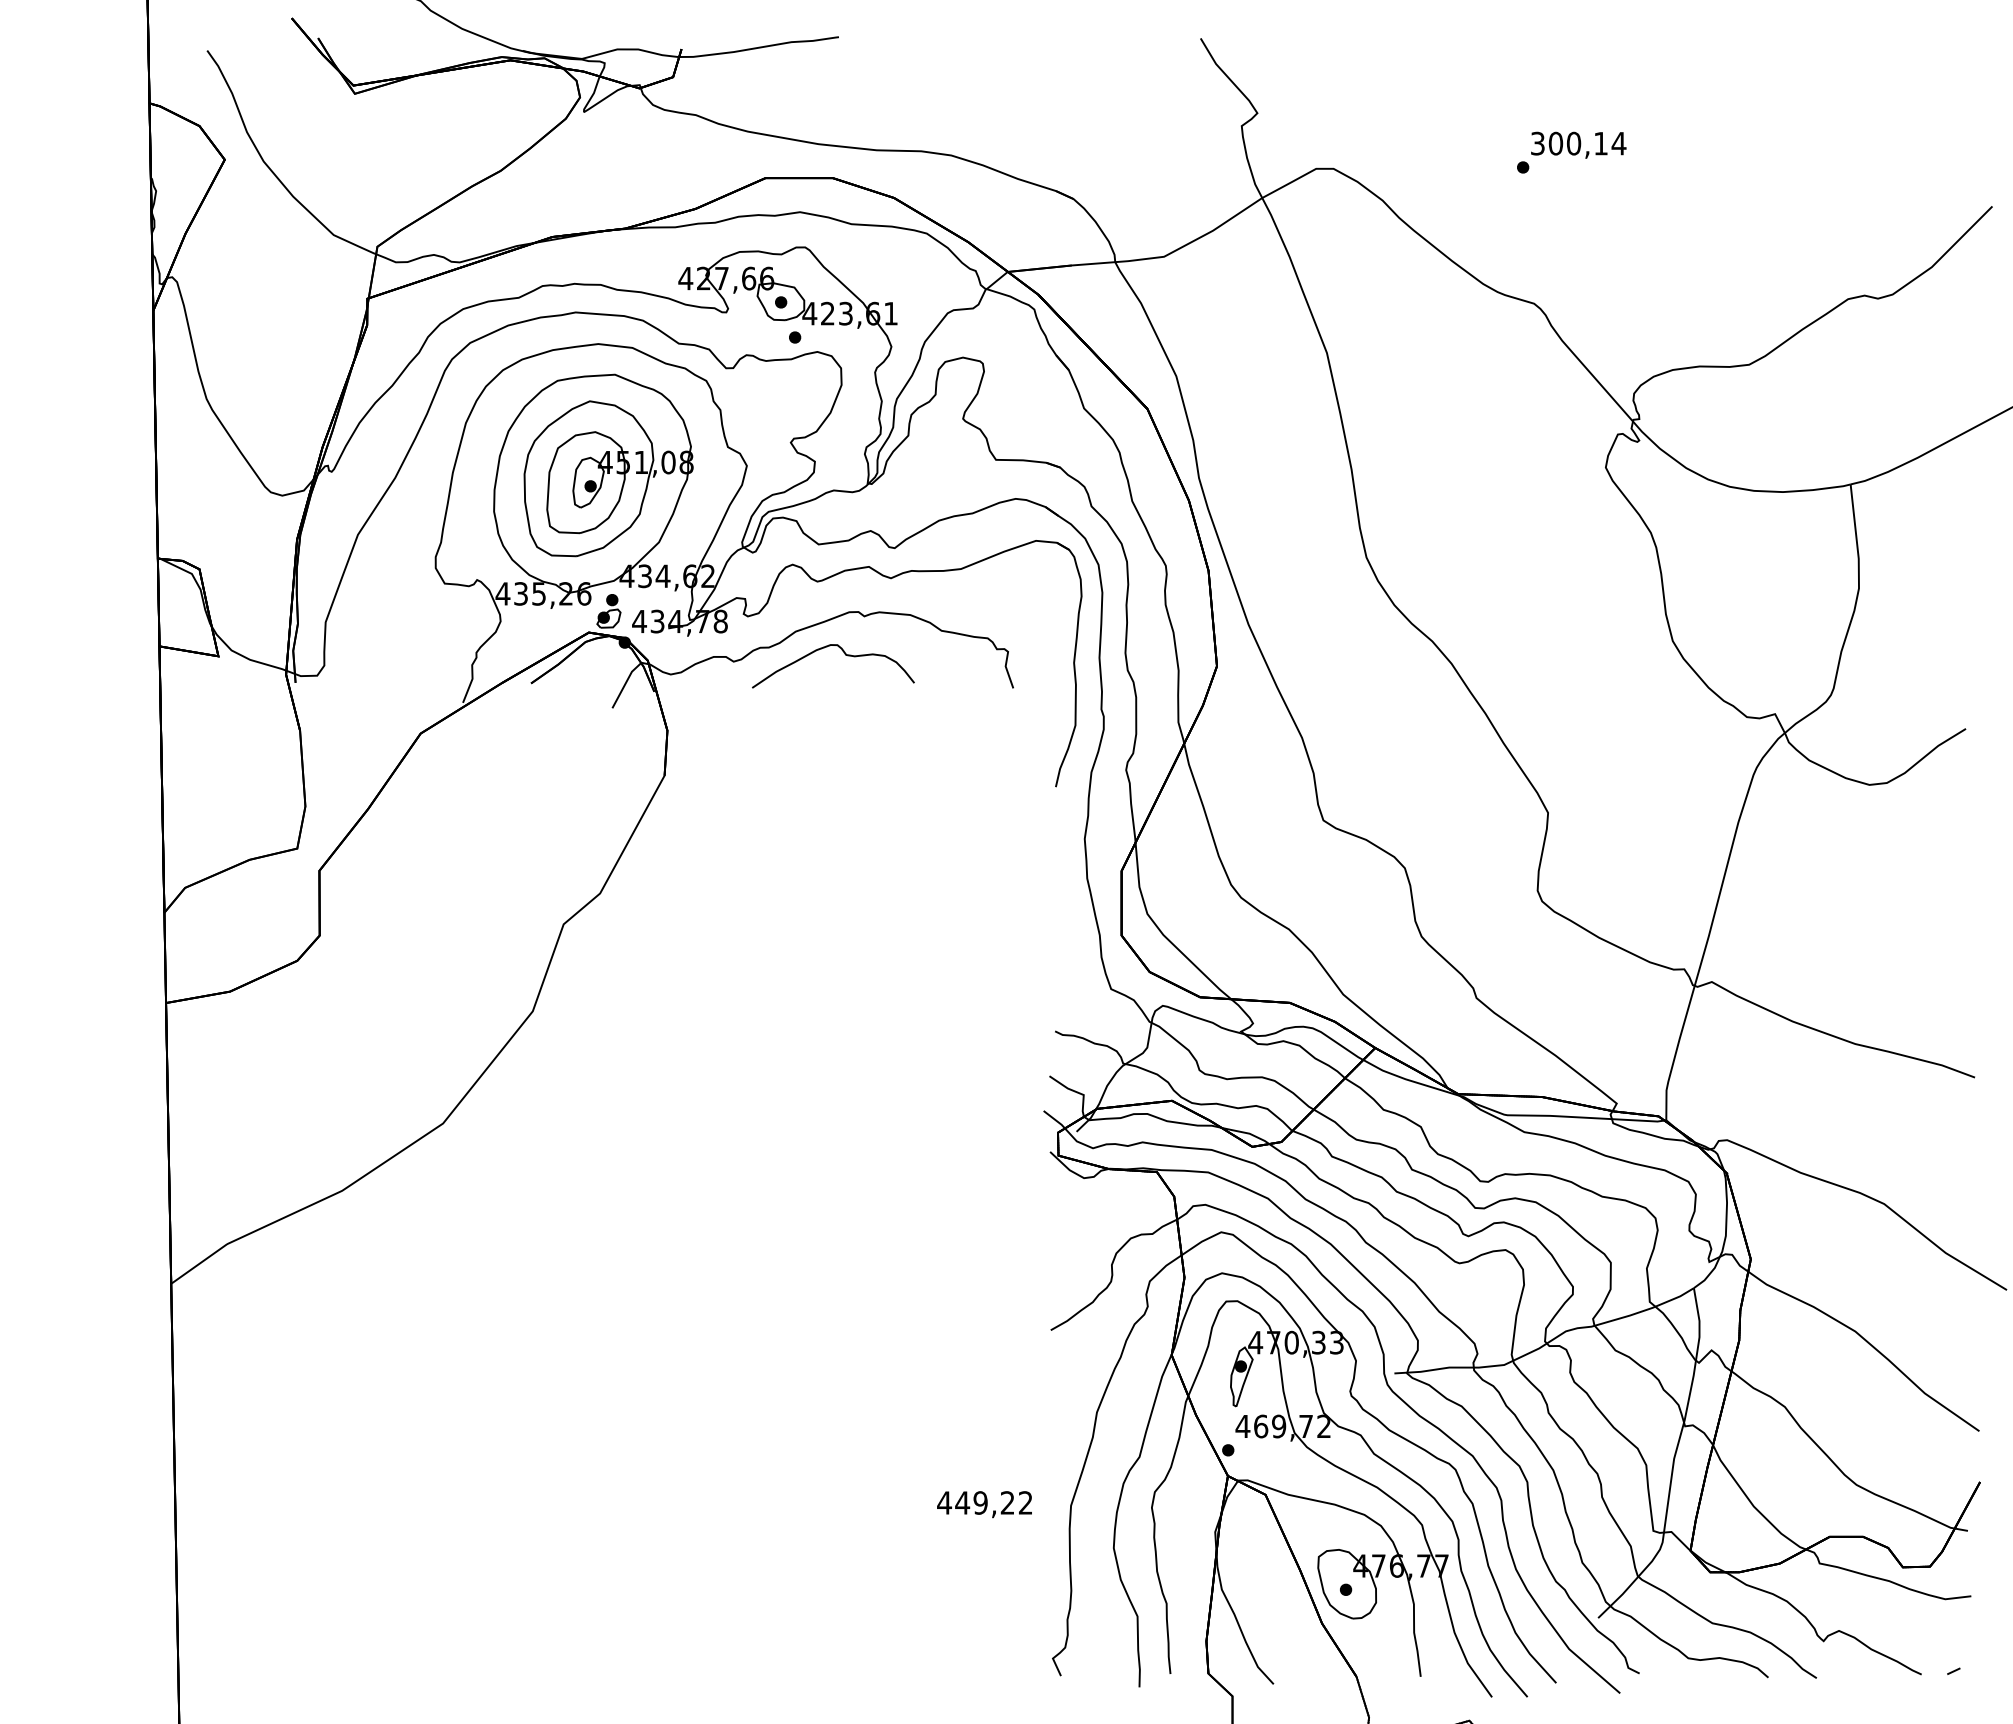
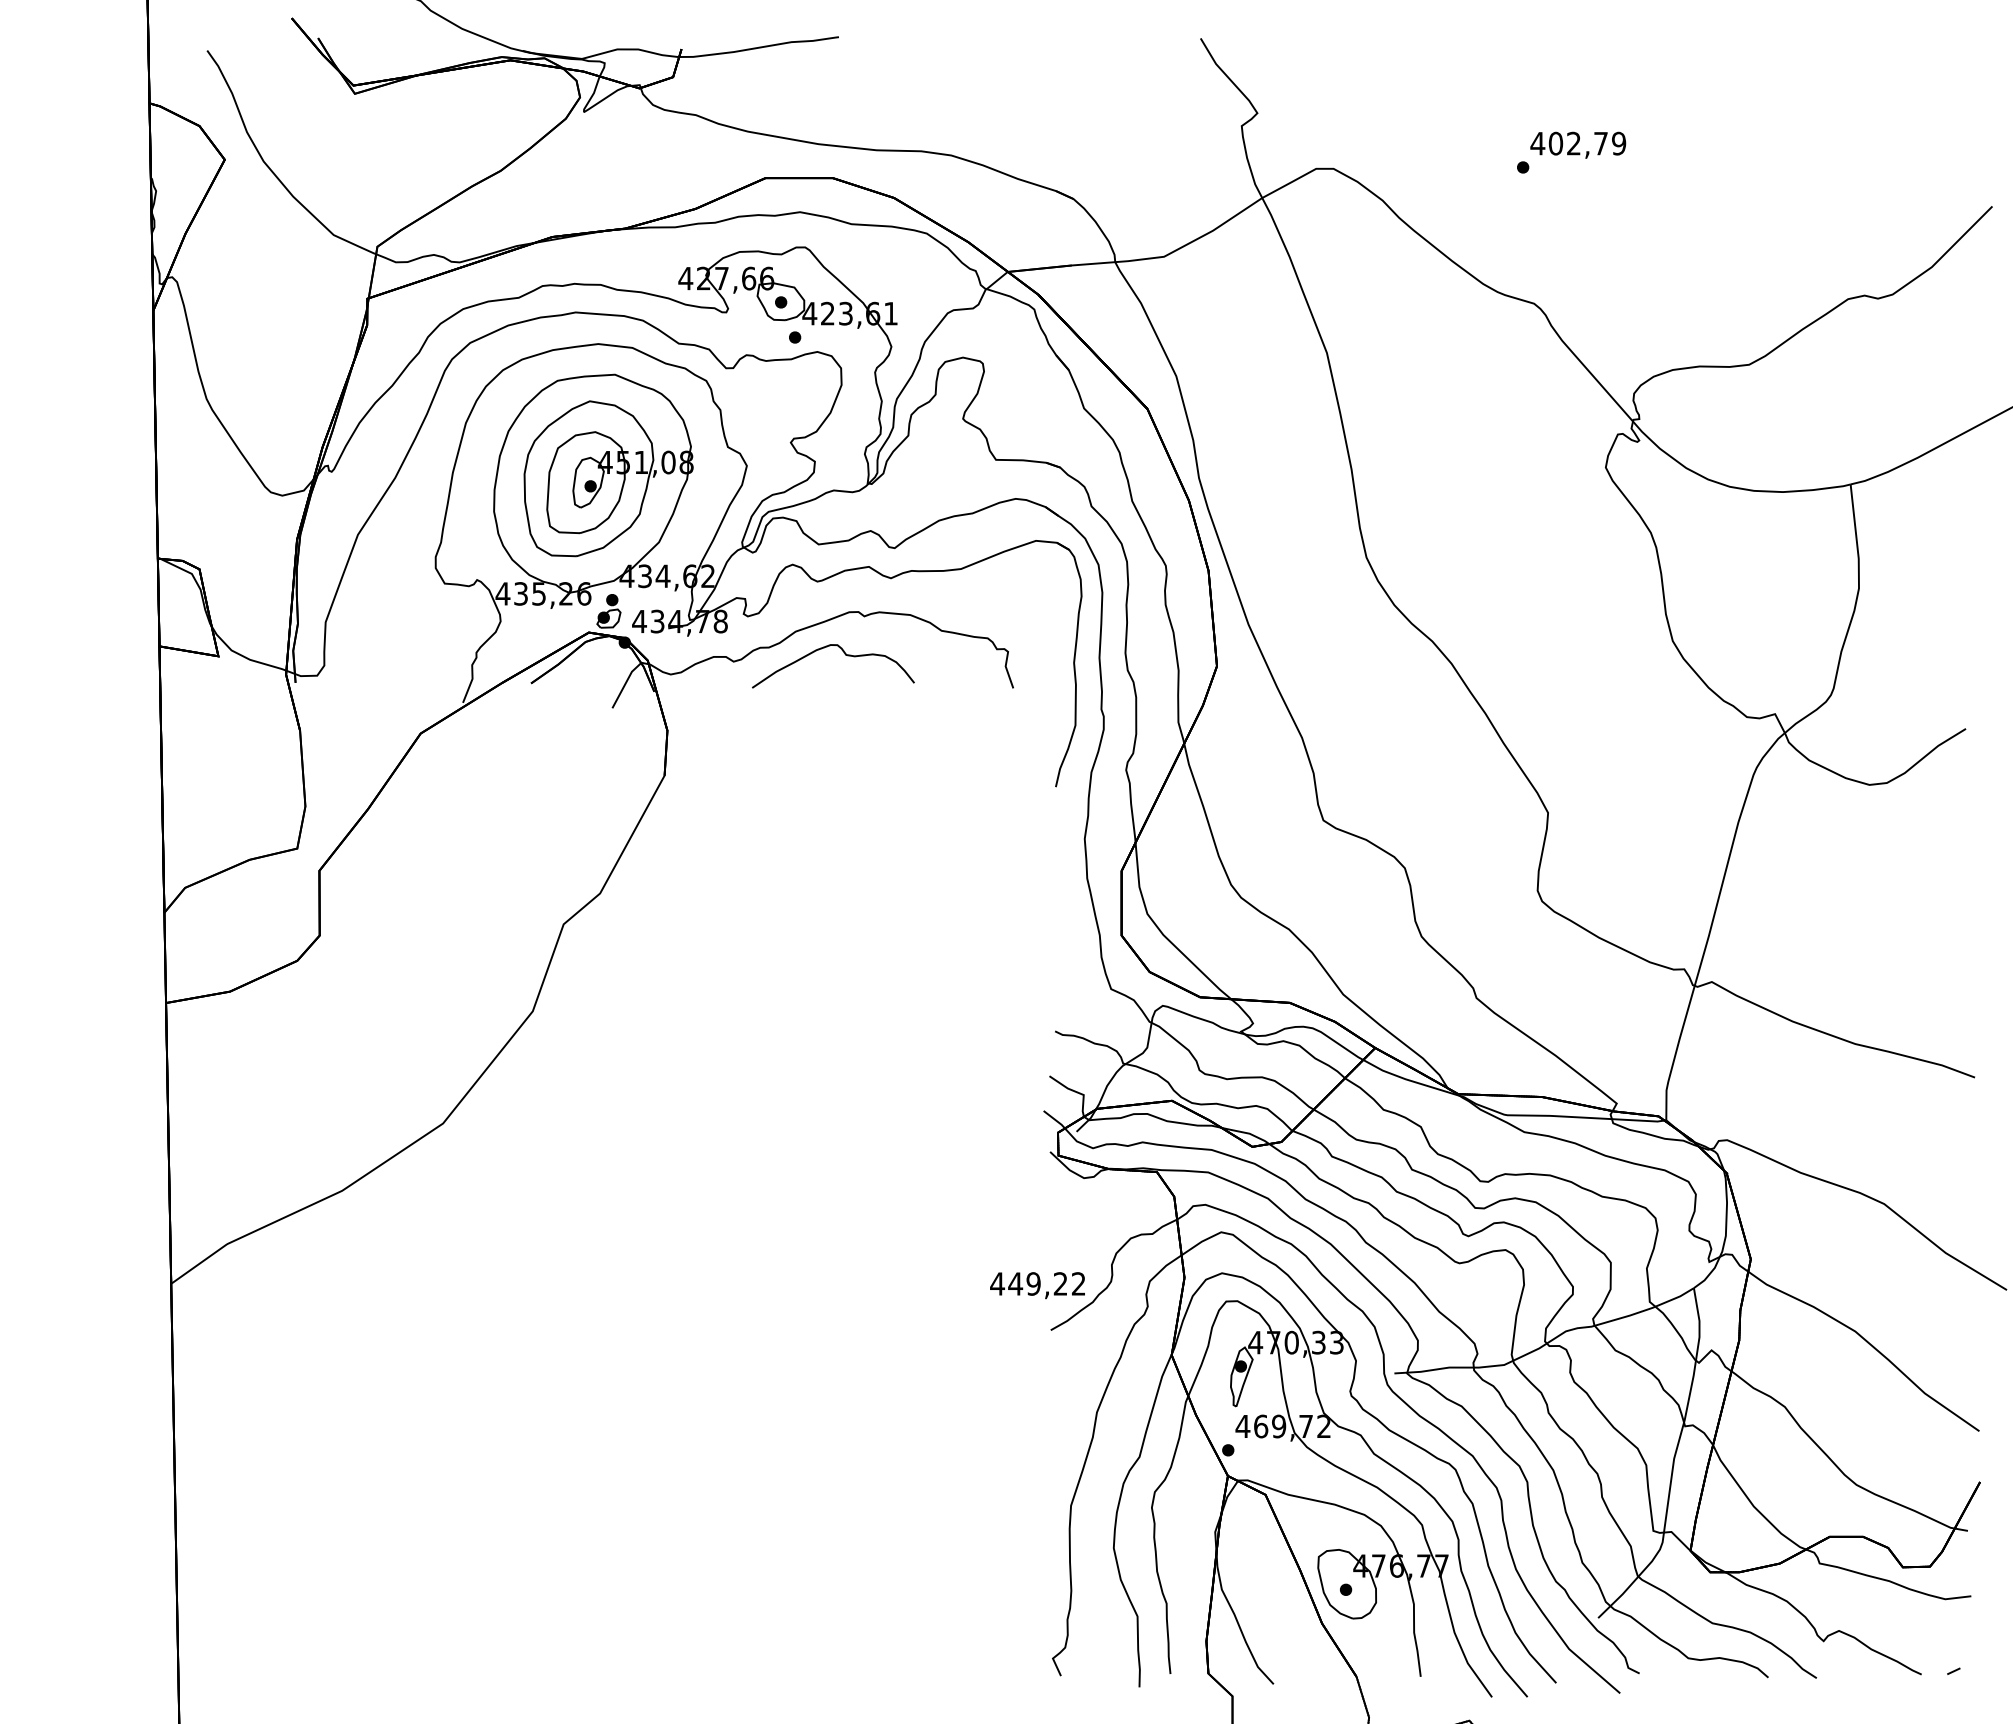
text at (1578, 143): 300,14 -> 402,79
text at (984, 1504) position: (984, 1504) -> (1037, 1285)
